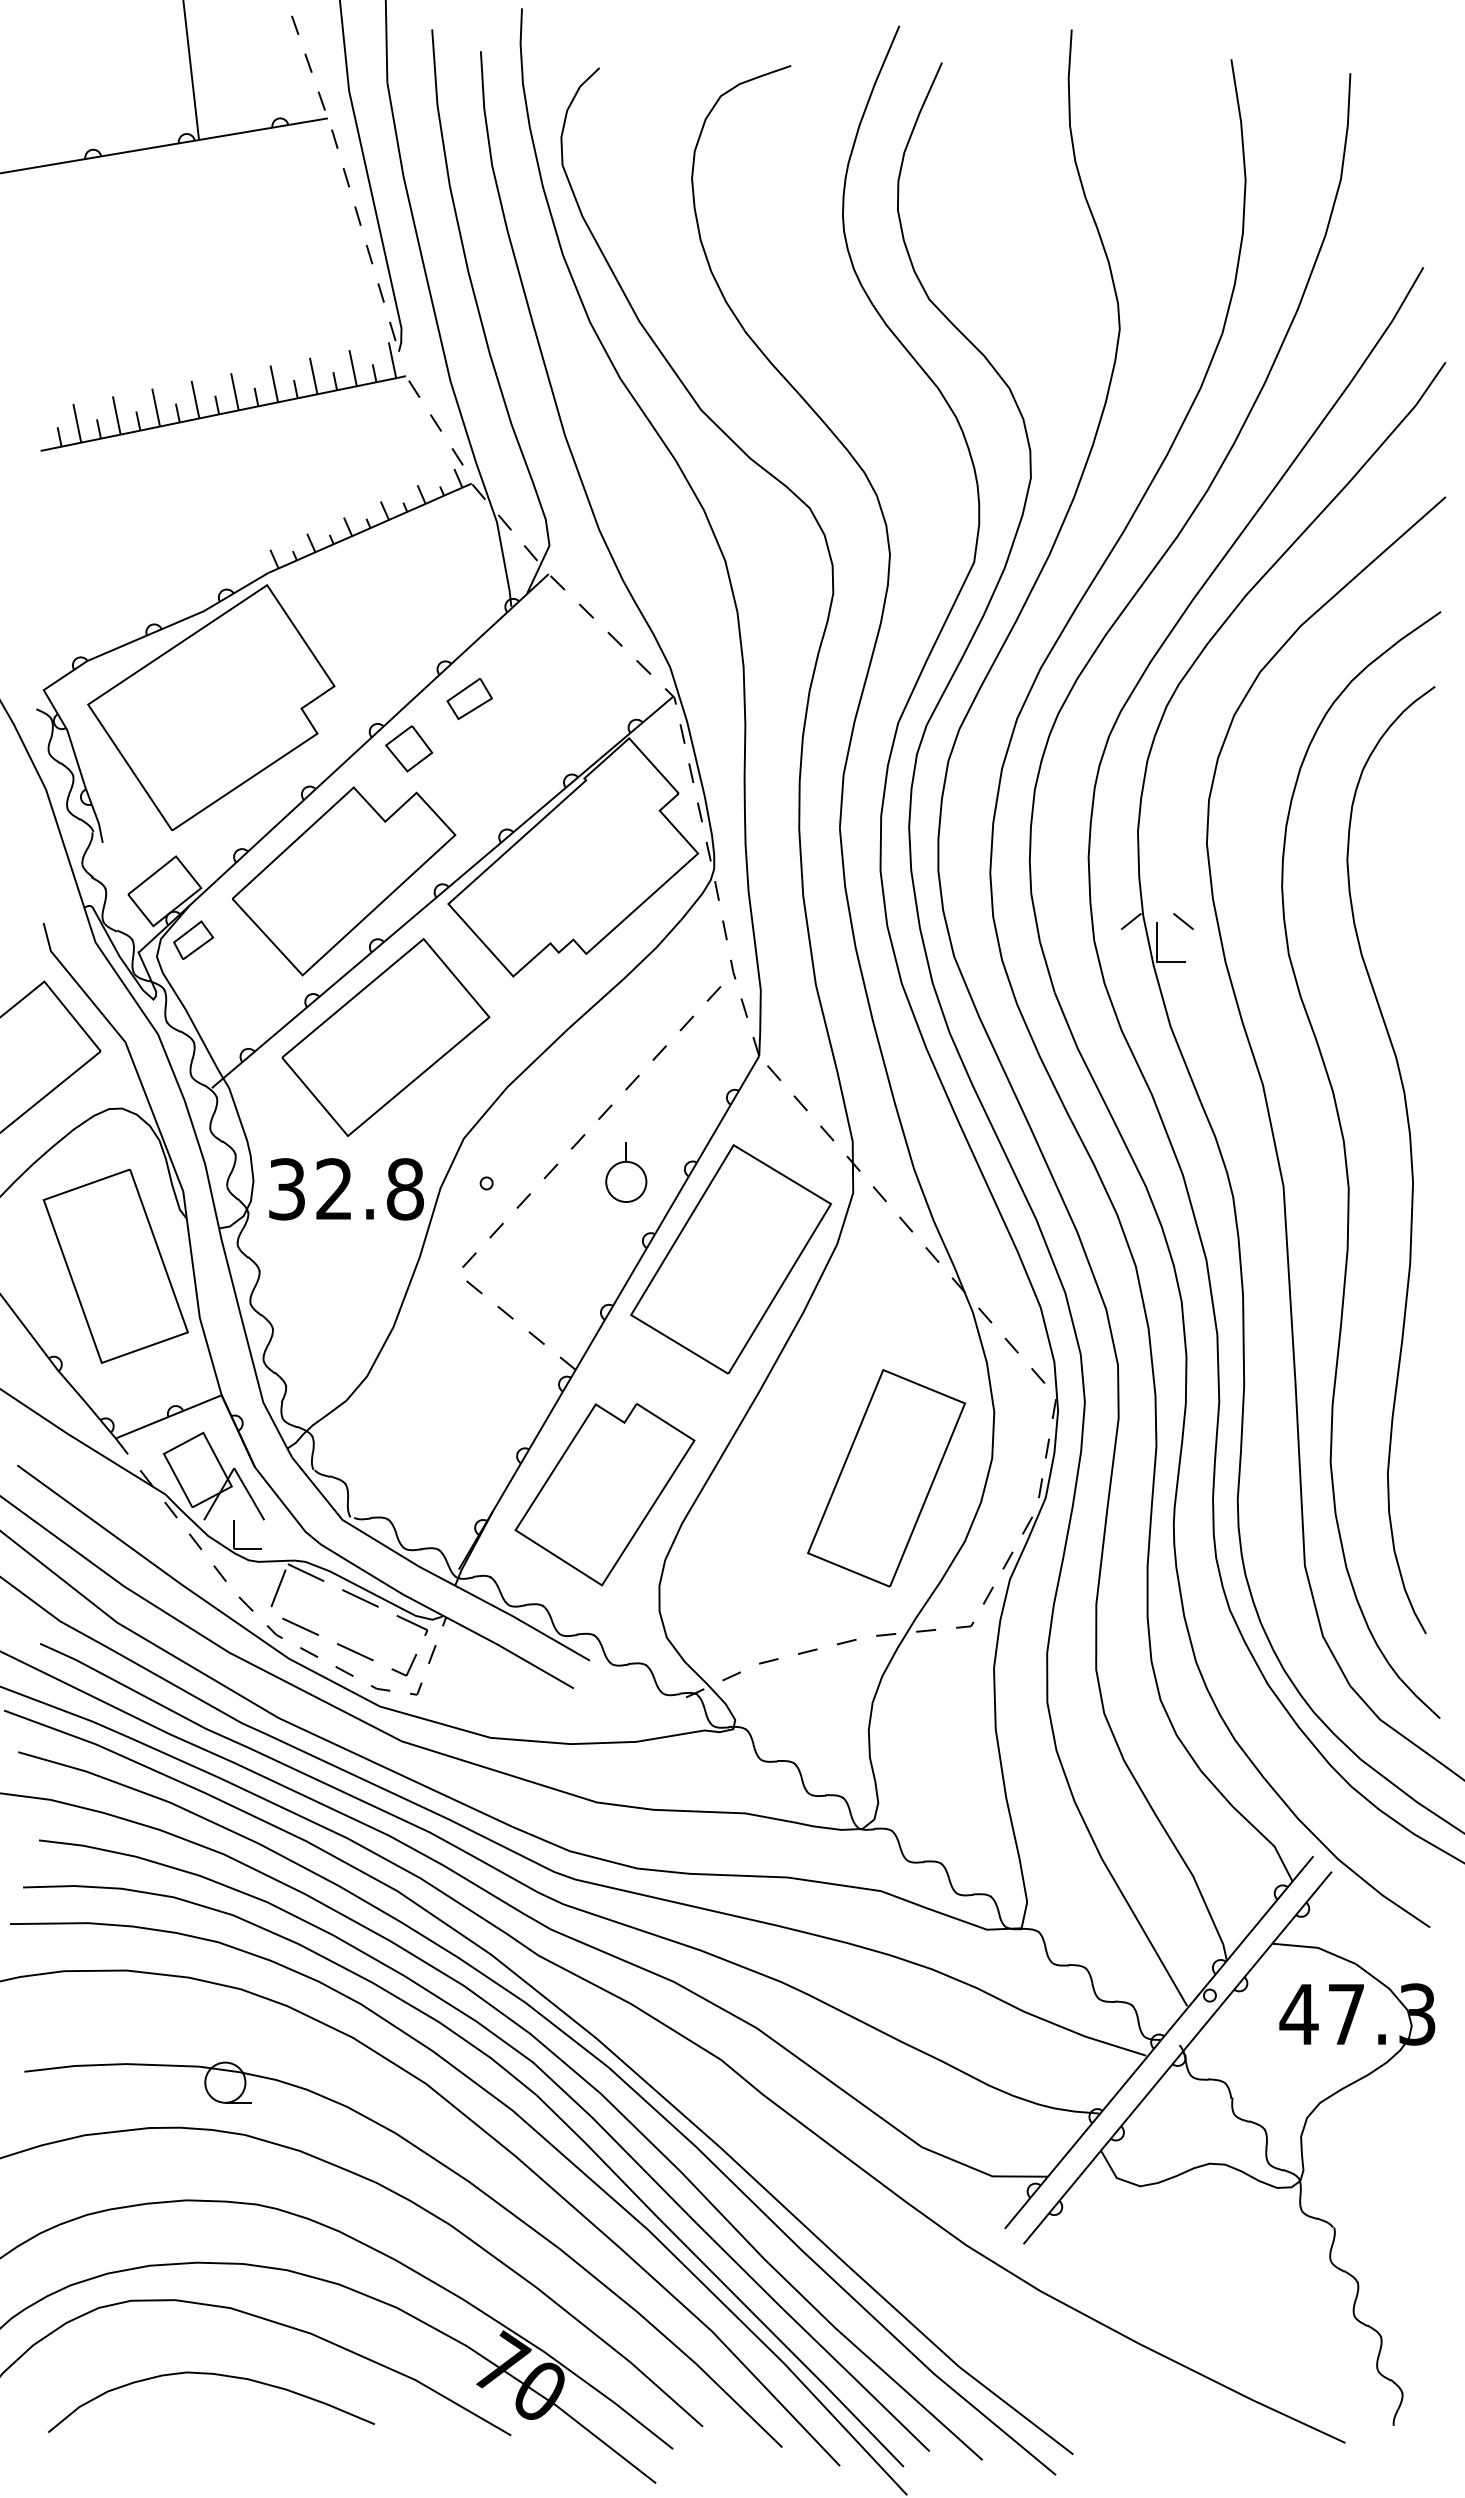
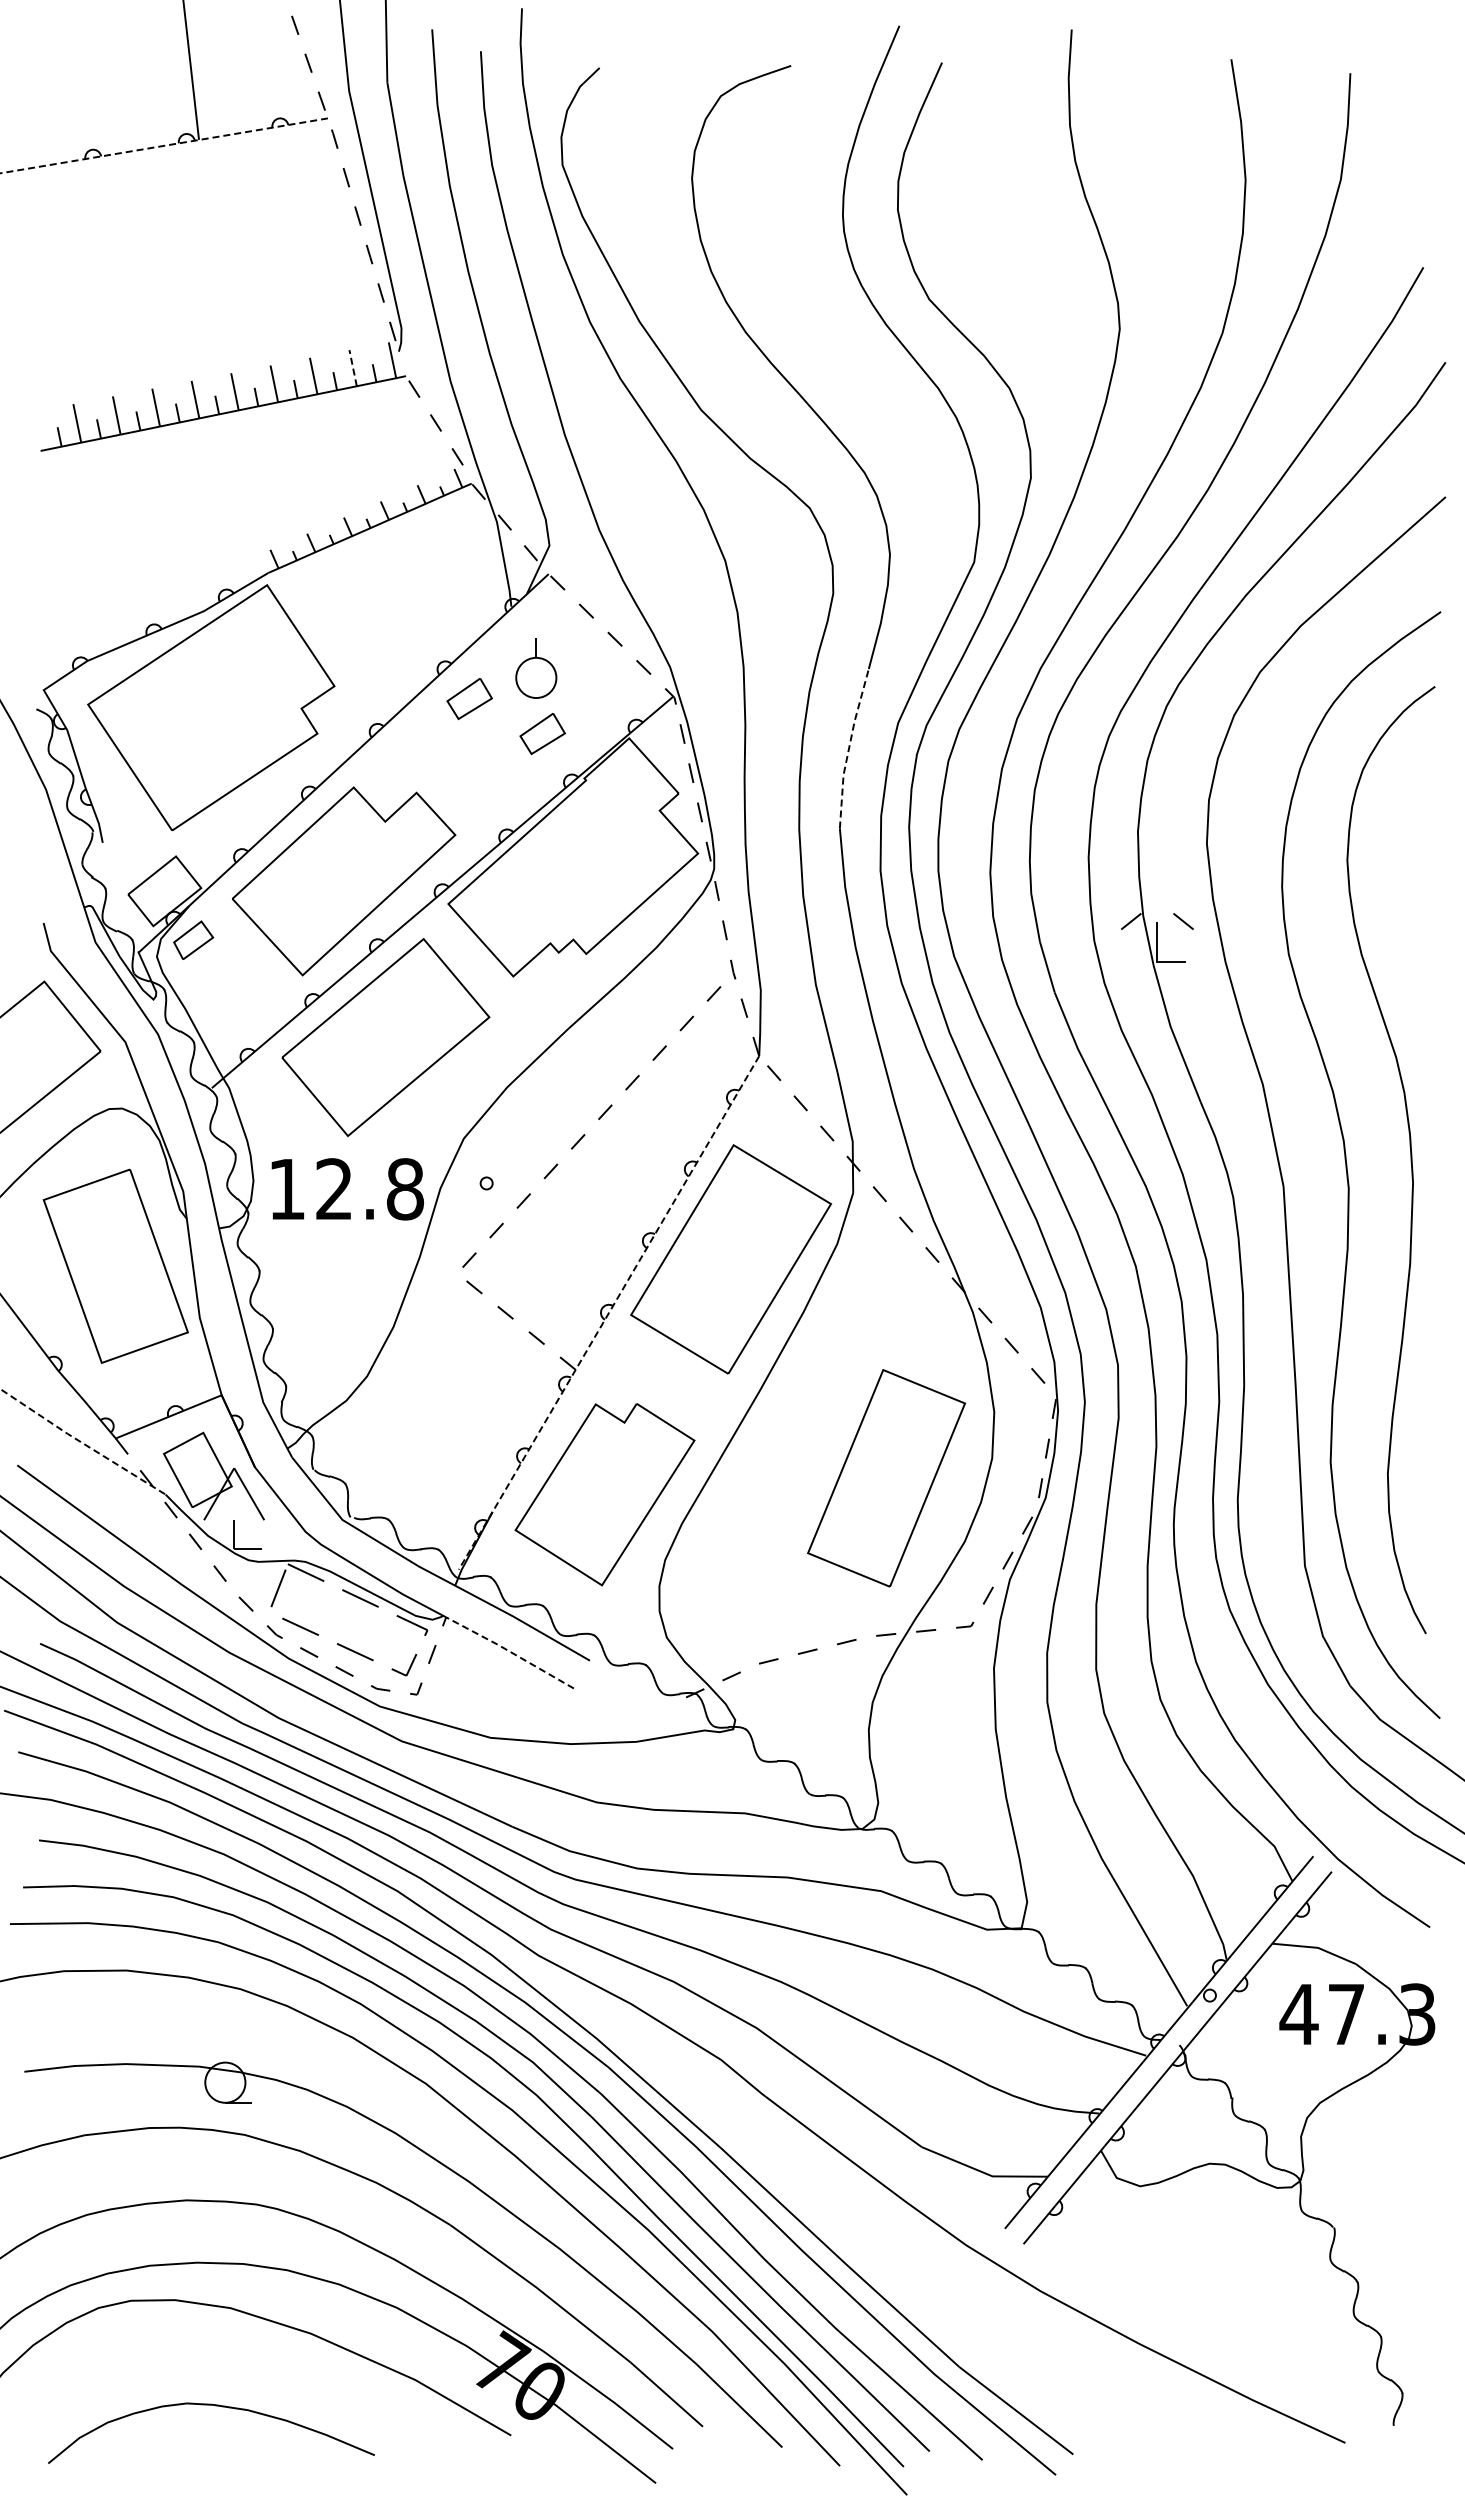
line at (164, 145): solid -> dashed
line at (353, 367): solid -> dashed
part at (542, 734): none -> present
line at (849, 747): solid -> dashed
part at (409, 748): present -> none
part at (626, 1172) position: (626, 1172) -> (536, 668)
text at (286, 1189): 32.8 -> 12.8
line at (608, 1313): solid -> dashed
line at (81, 1442): solid -> dashed
line at (509, 1651): solid -> dashed
curve at (215, 2375) position: (215, 2375) -> (215, 2406)
